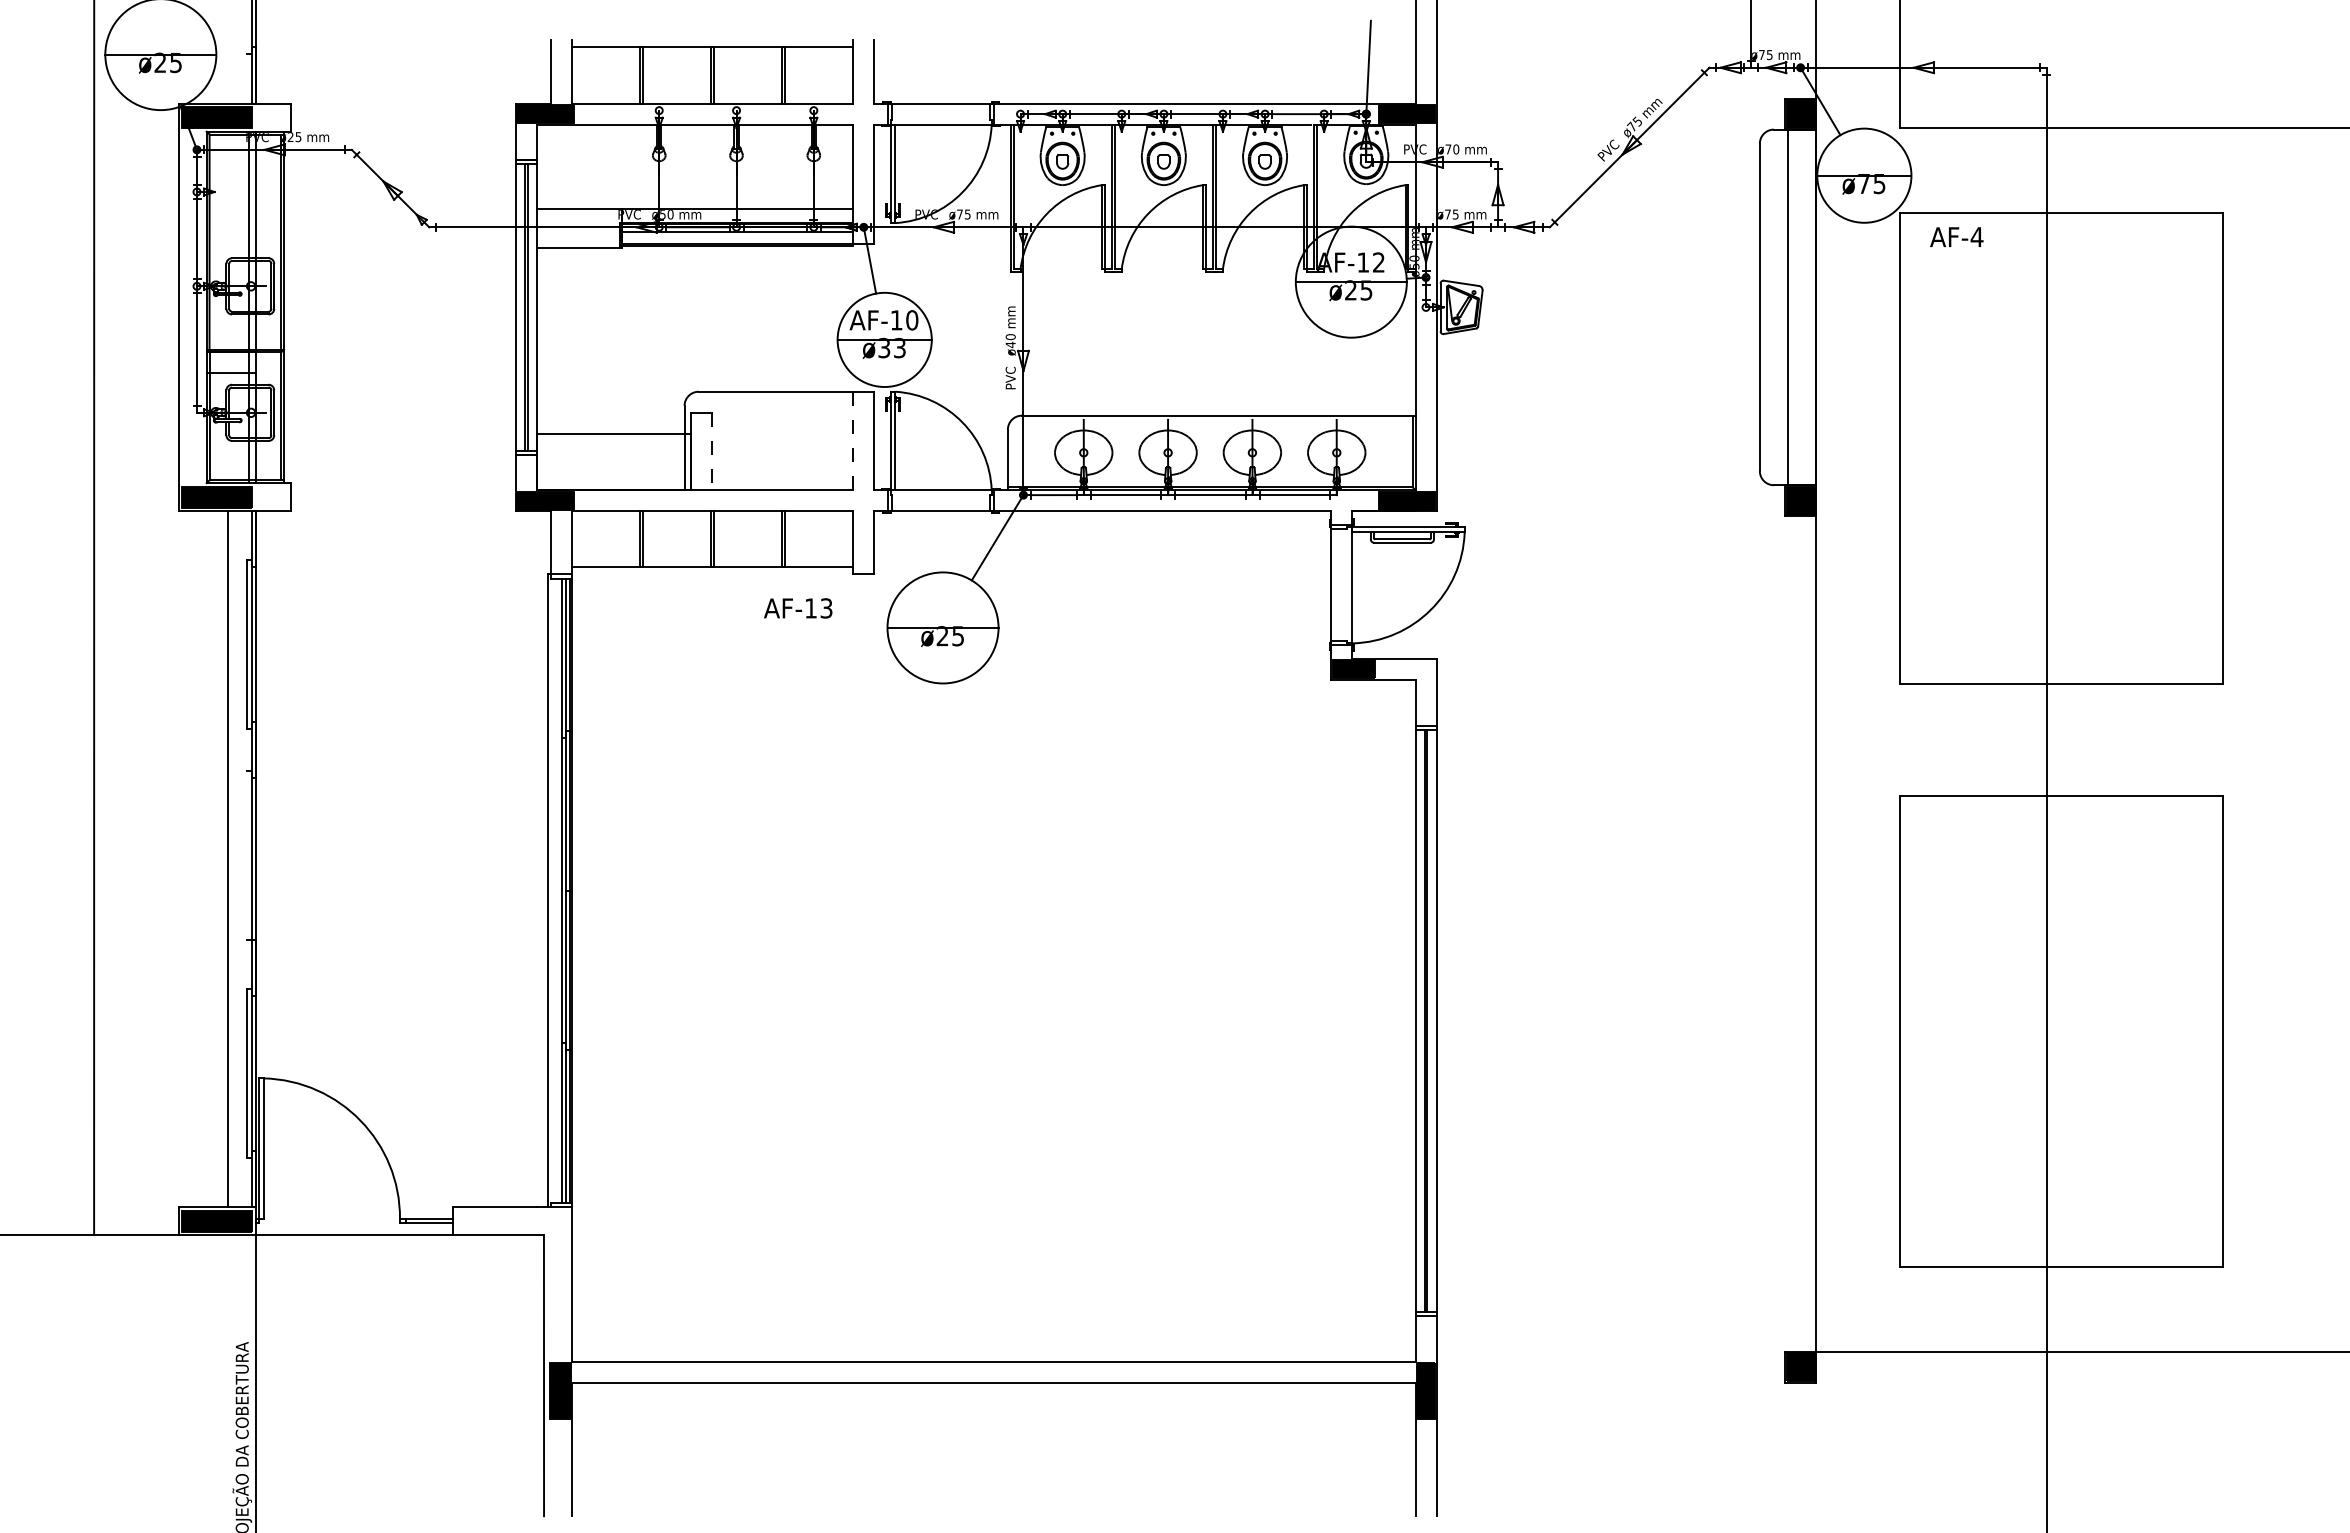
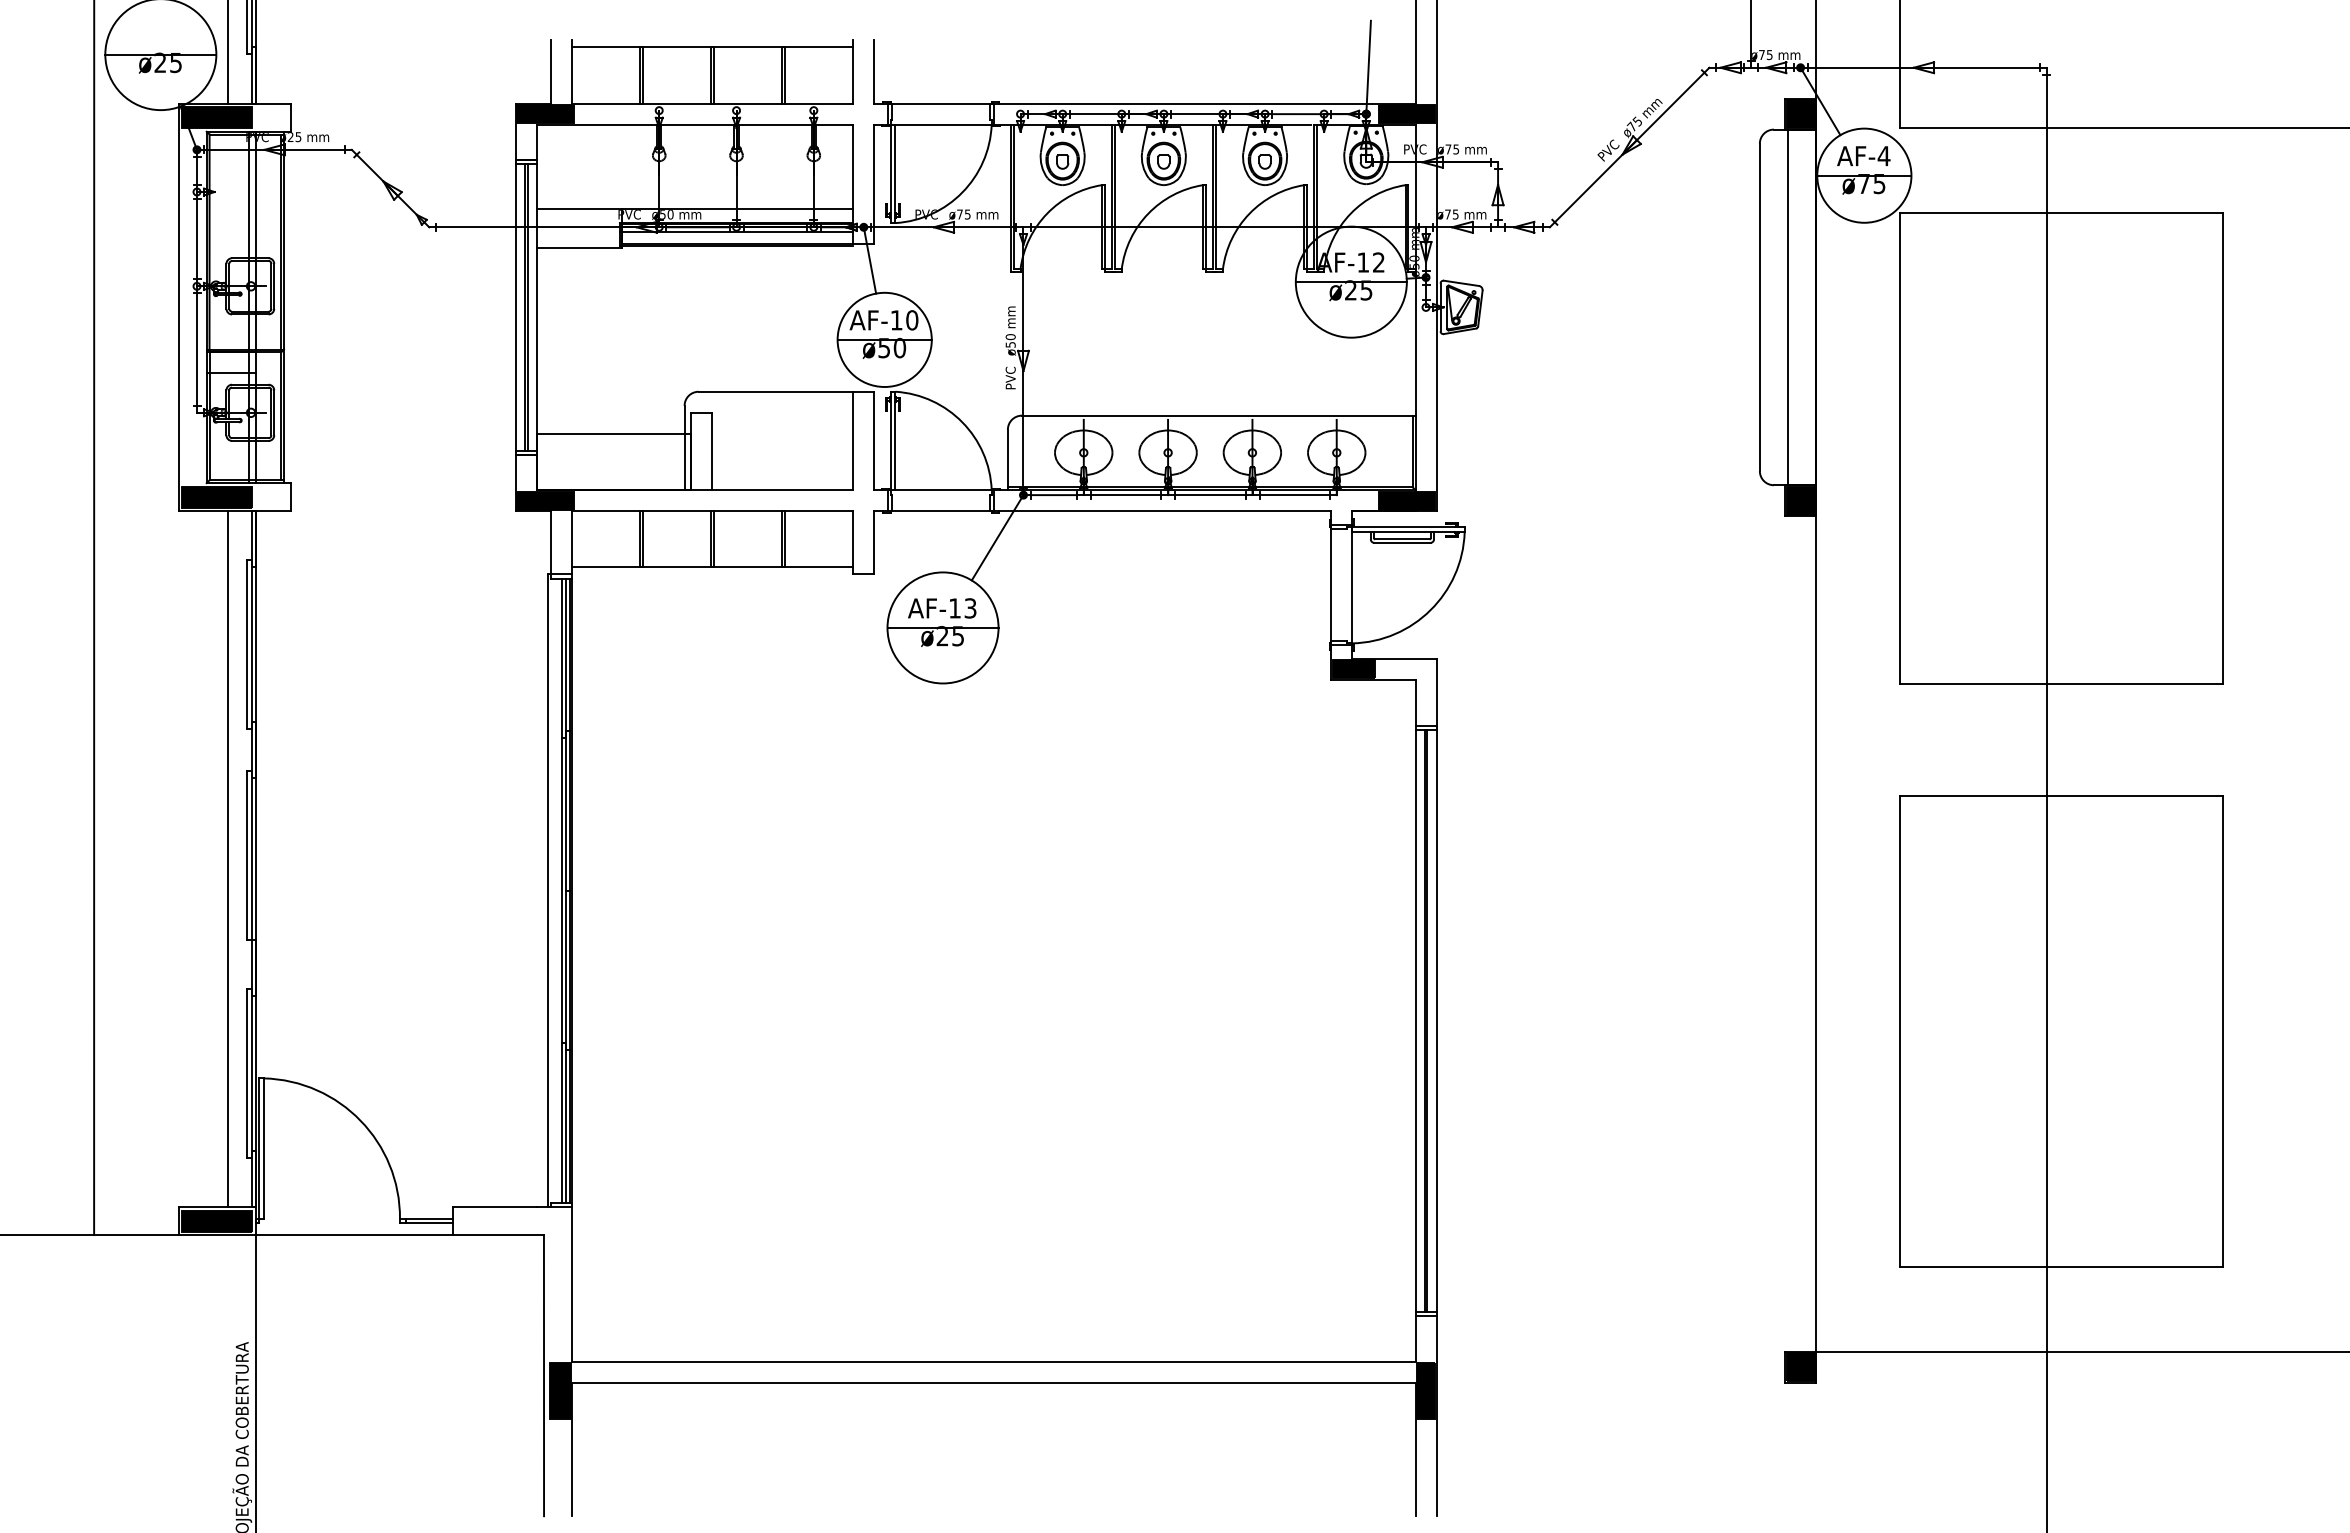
line at (247, 28): none -> present
line at (227, 52): none -> present
text at (1456, 149): ø70 -> ø75
text at (1956, 236) position: (1956, 236) -> (1863, 155)
text at (1010, 344): ø40 -> ø50
text at (892, 347): ø33 -> ø50
line at (853, 441): dashed -> solid
line at (712, 451): dashed -> solid
text at (798, 608) position: (798, 608) -> (942, 608)
line at (247, 855): none -> present
